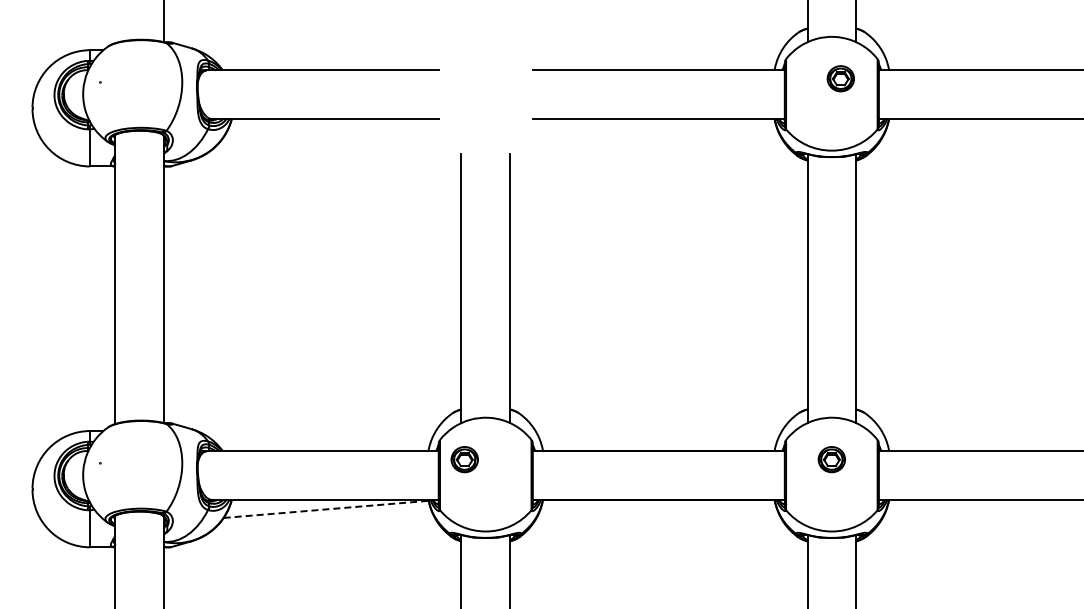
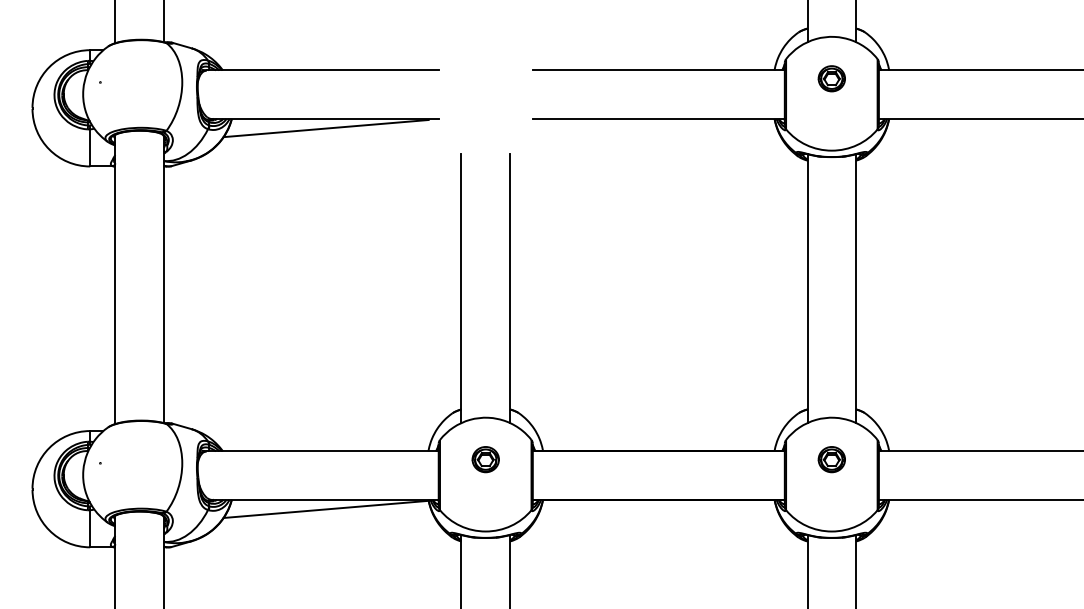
line at (115, 22): none -> present
part at (840, 78) position: (840, 78) -> (831, 78)
line at (325, 128): none -> present
part at (464, 459) position: (464, 459) -> (485, 459)
line at (326, 509): dashed -> solid
